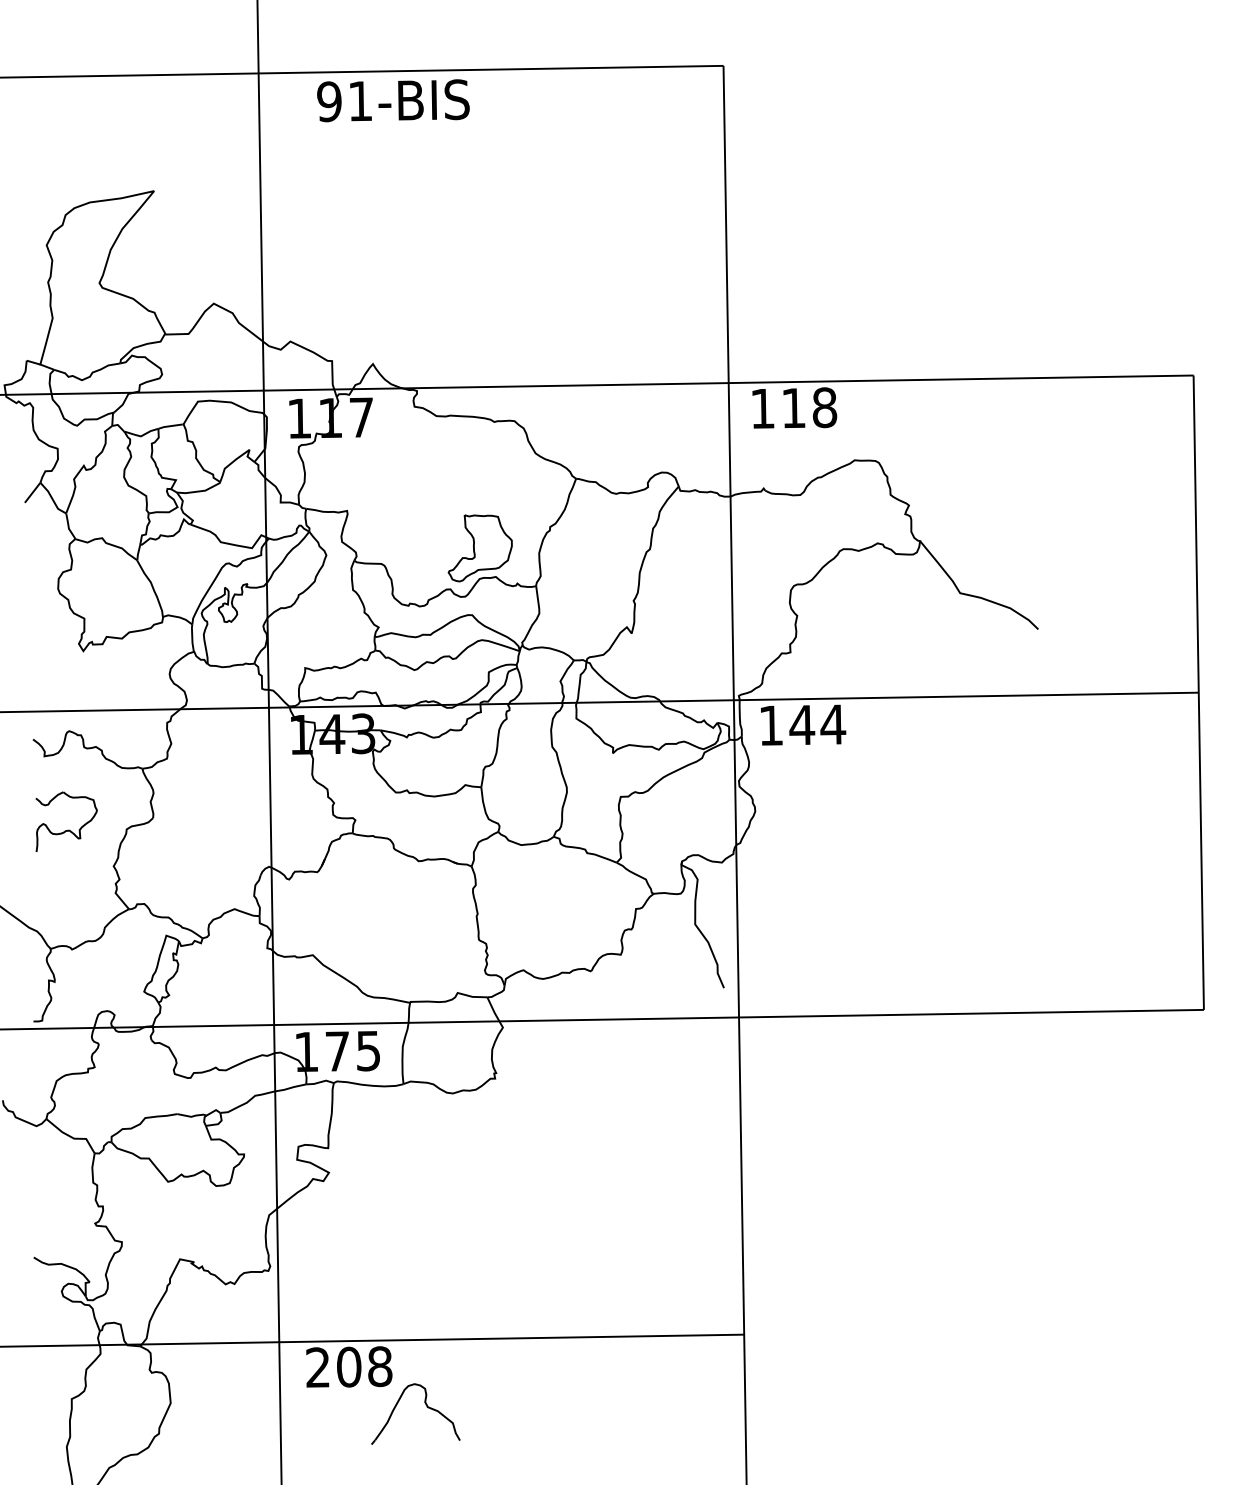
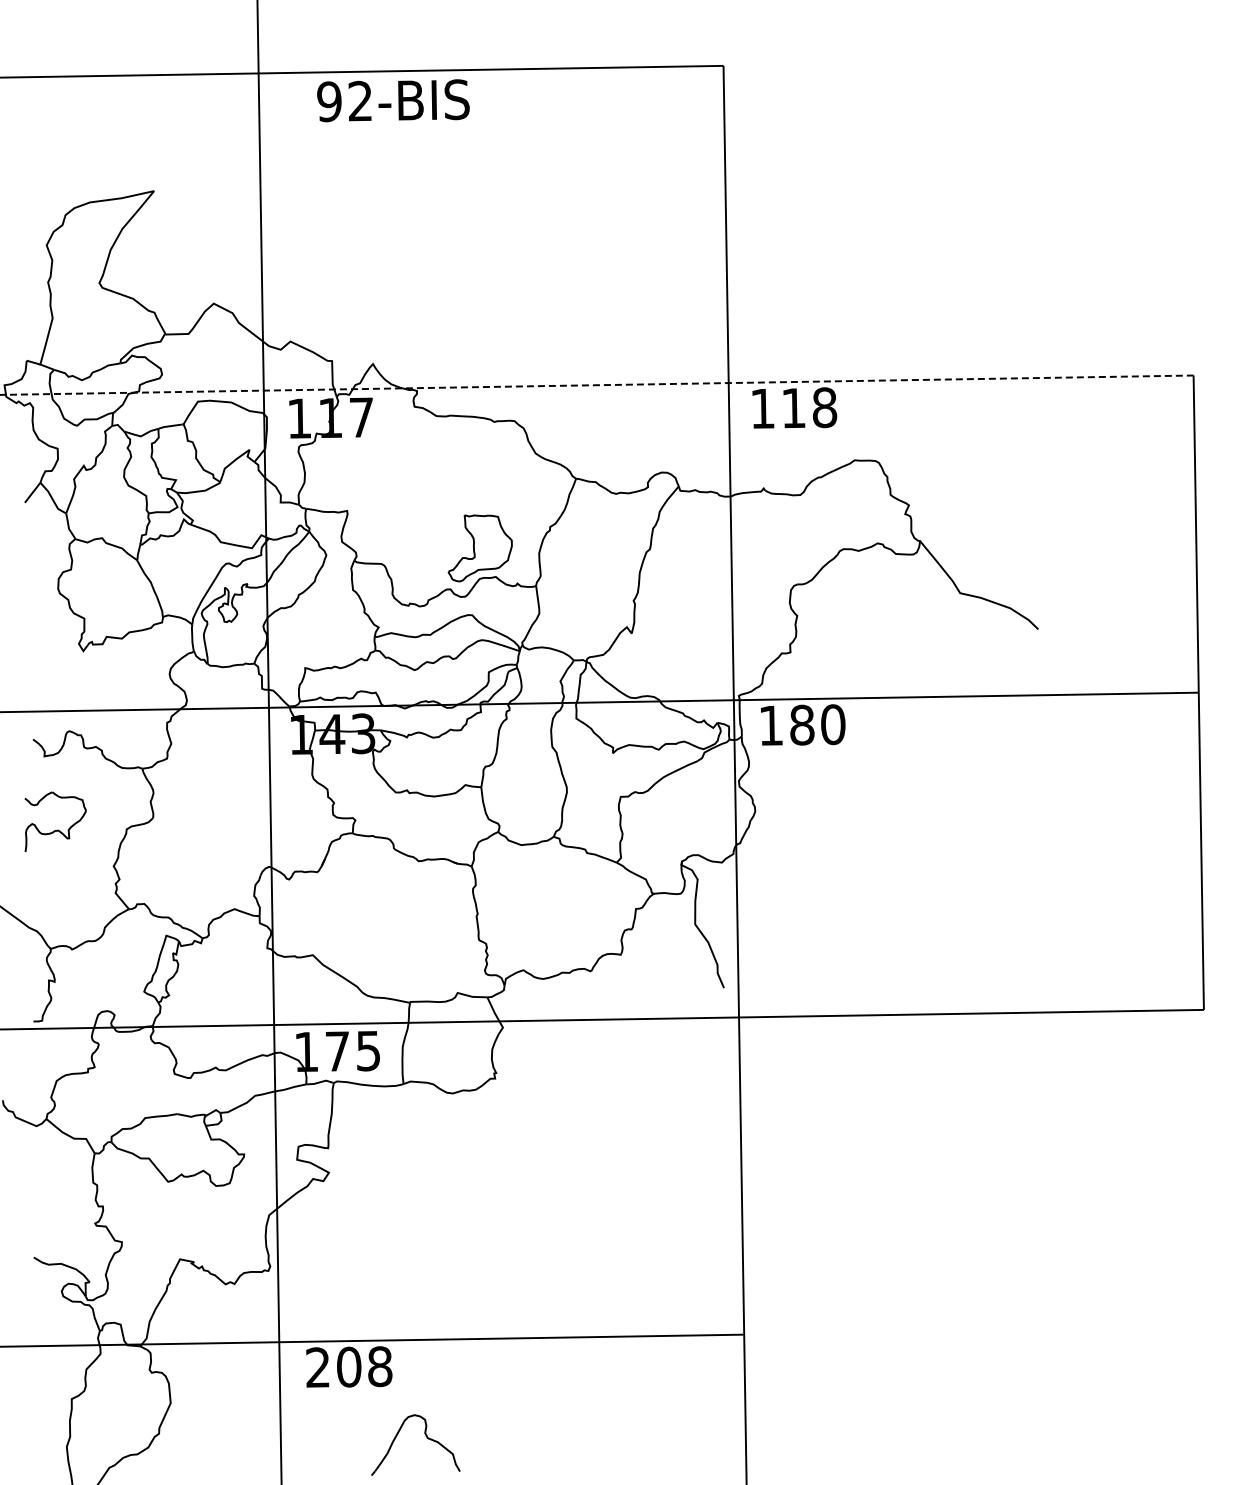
text at (359, 100): 91-BIS -> 92-BIS
line at (597, 385): solid -> dashed
text at (817, 724): 144 -> 180
part at (68, 829) position: (68, 829) -> (57, 829)
part at (425, 1405) position: (425, 1405) -> (425, 1436)
